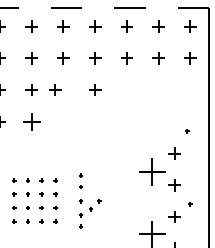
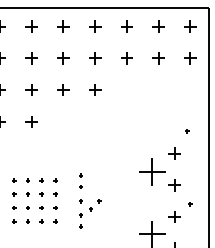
line at (105, 7): dashed -> solid
part at (55, 89) position: (55, 89) -> (63, 89)
part at (31, 121) size: 18x18 px -> 13x12 px
